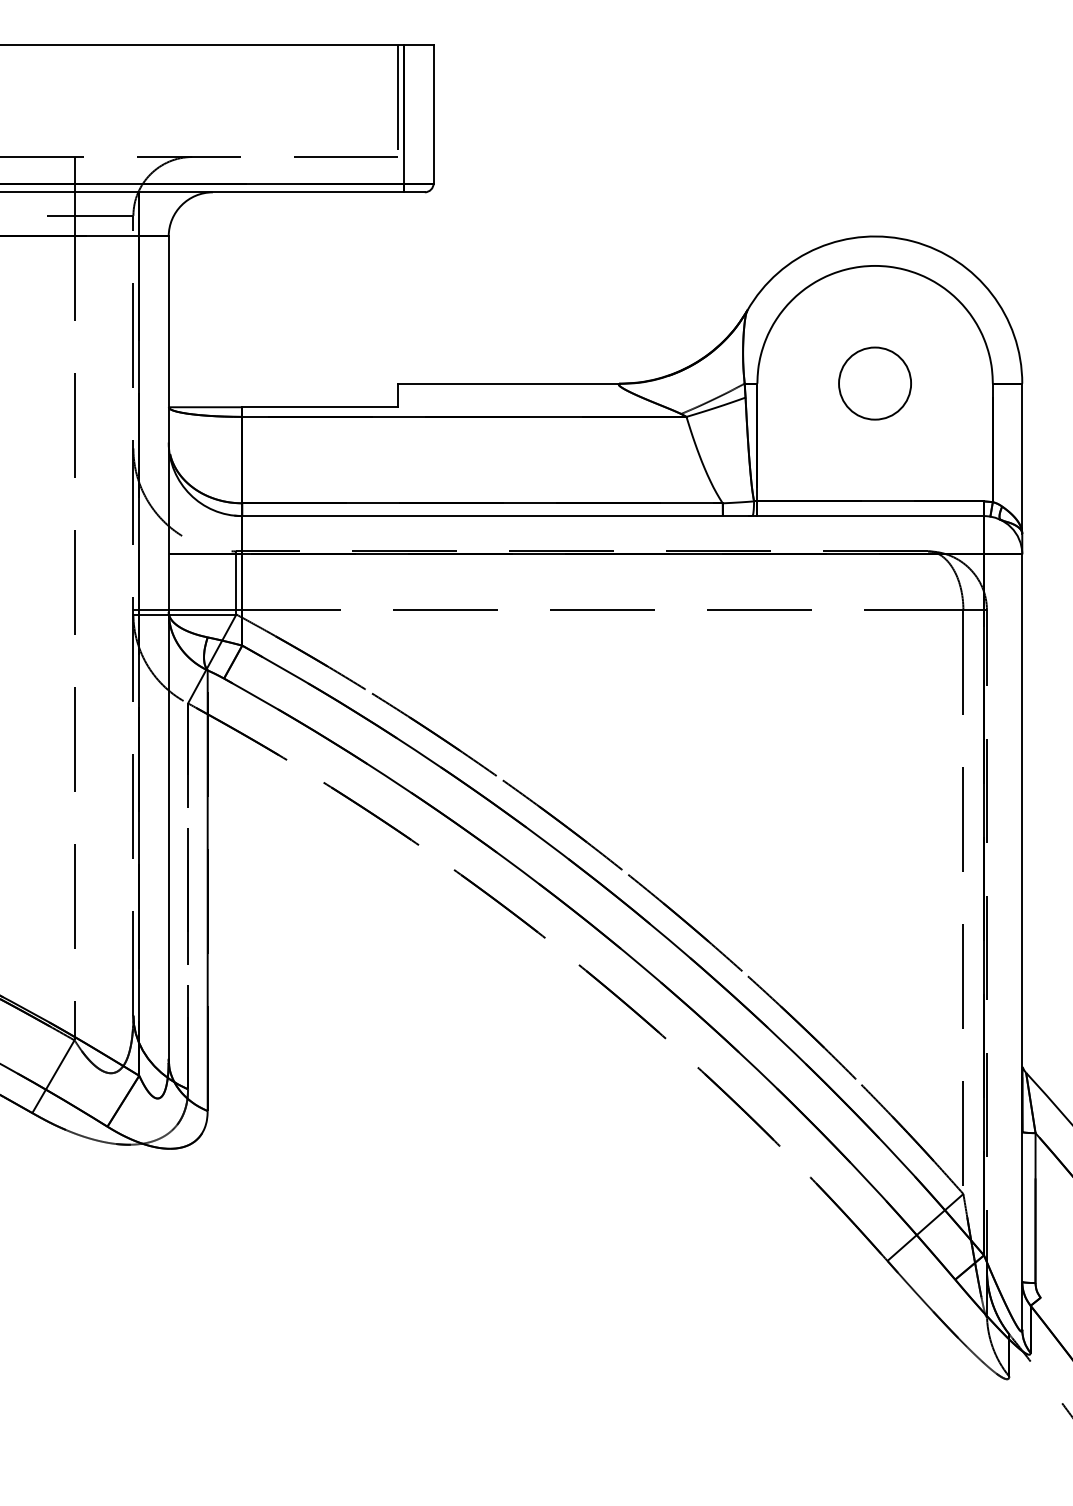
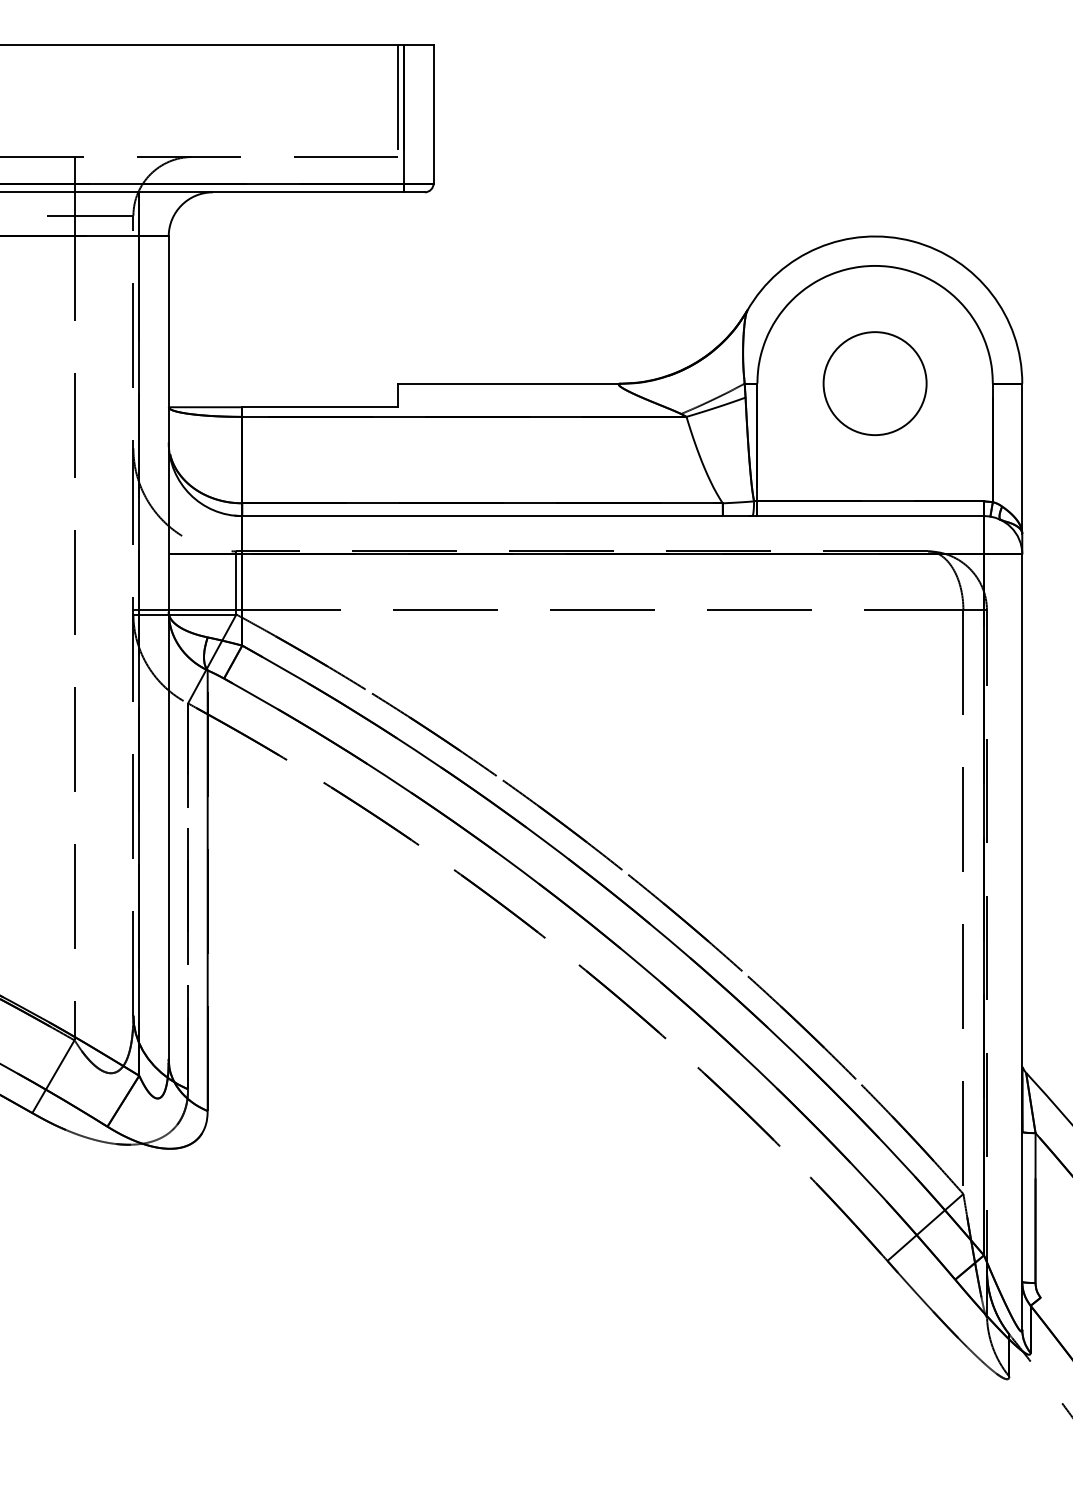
circle at (874, 383) size: 74x75 px -> 106x105 px
